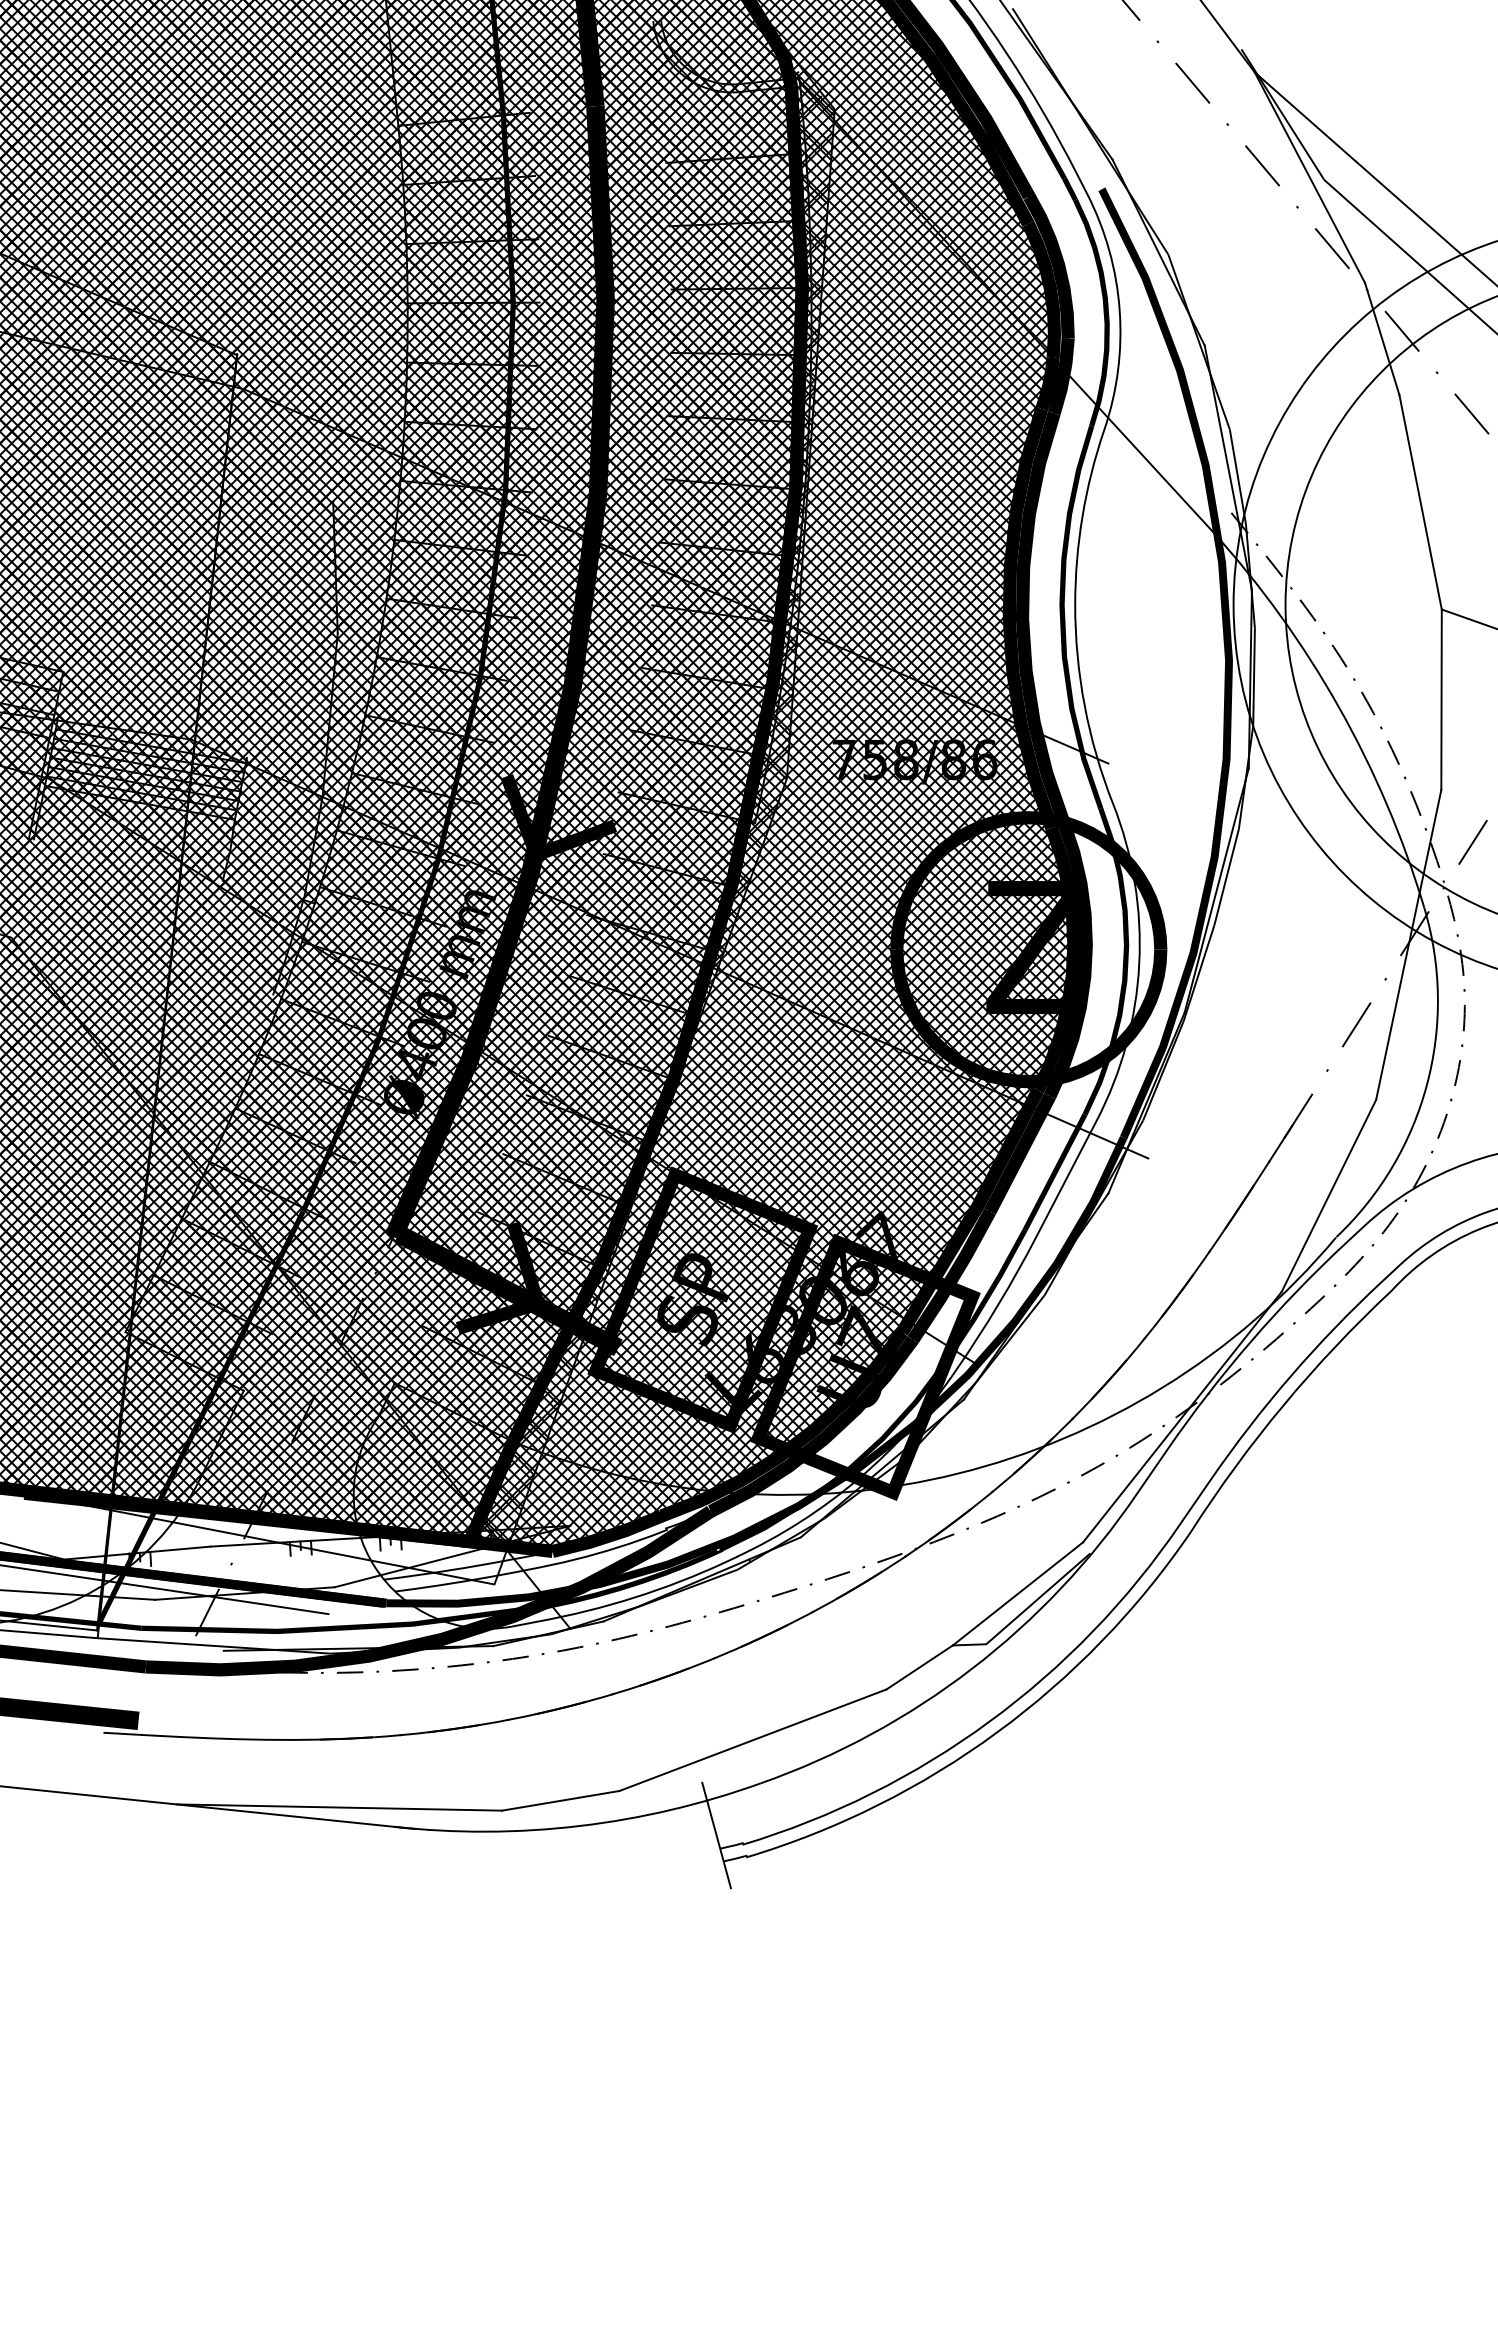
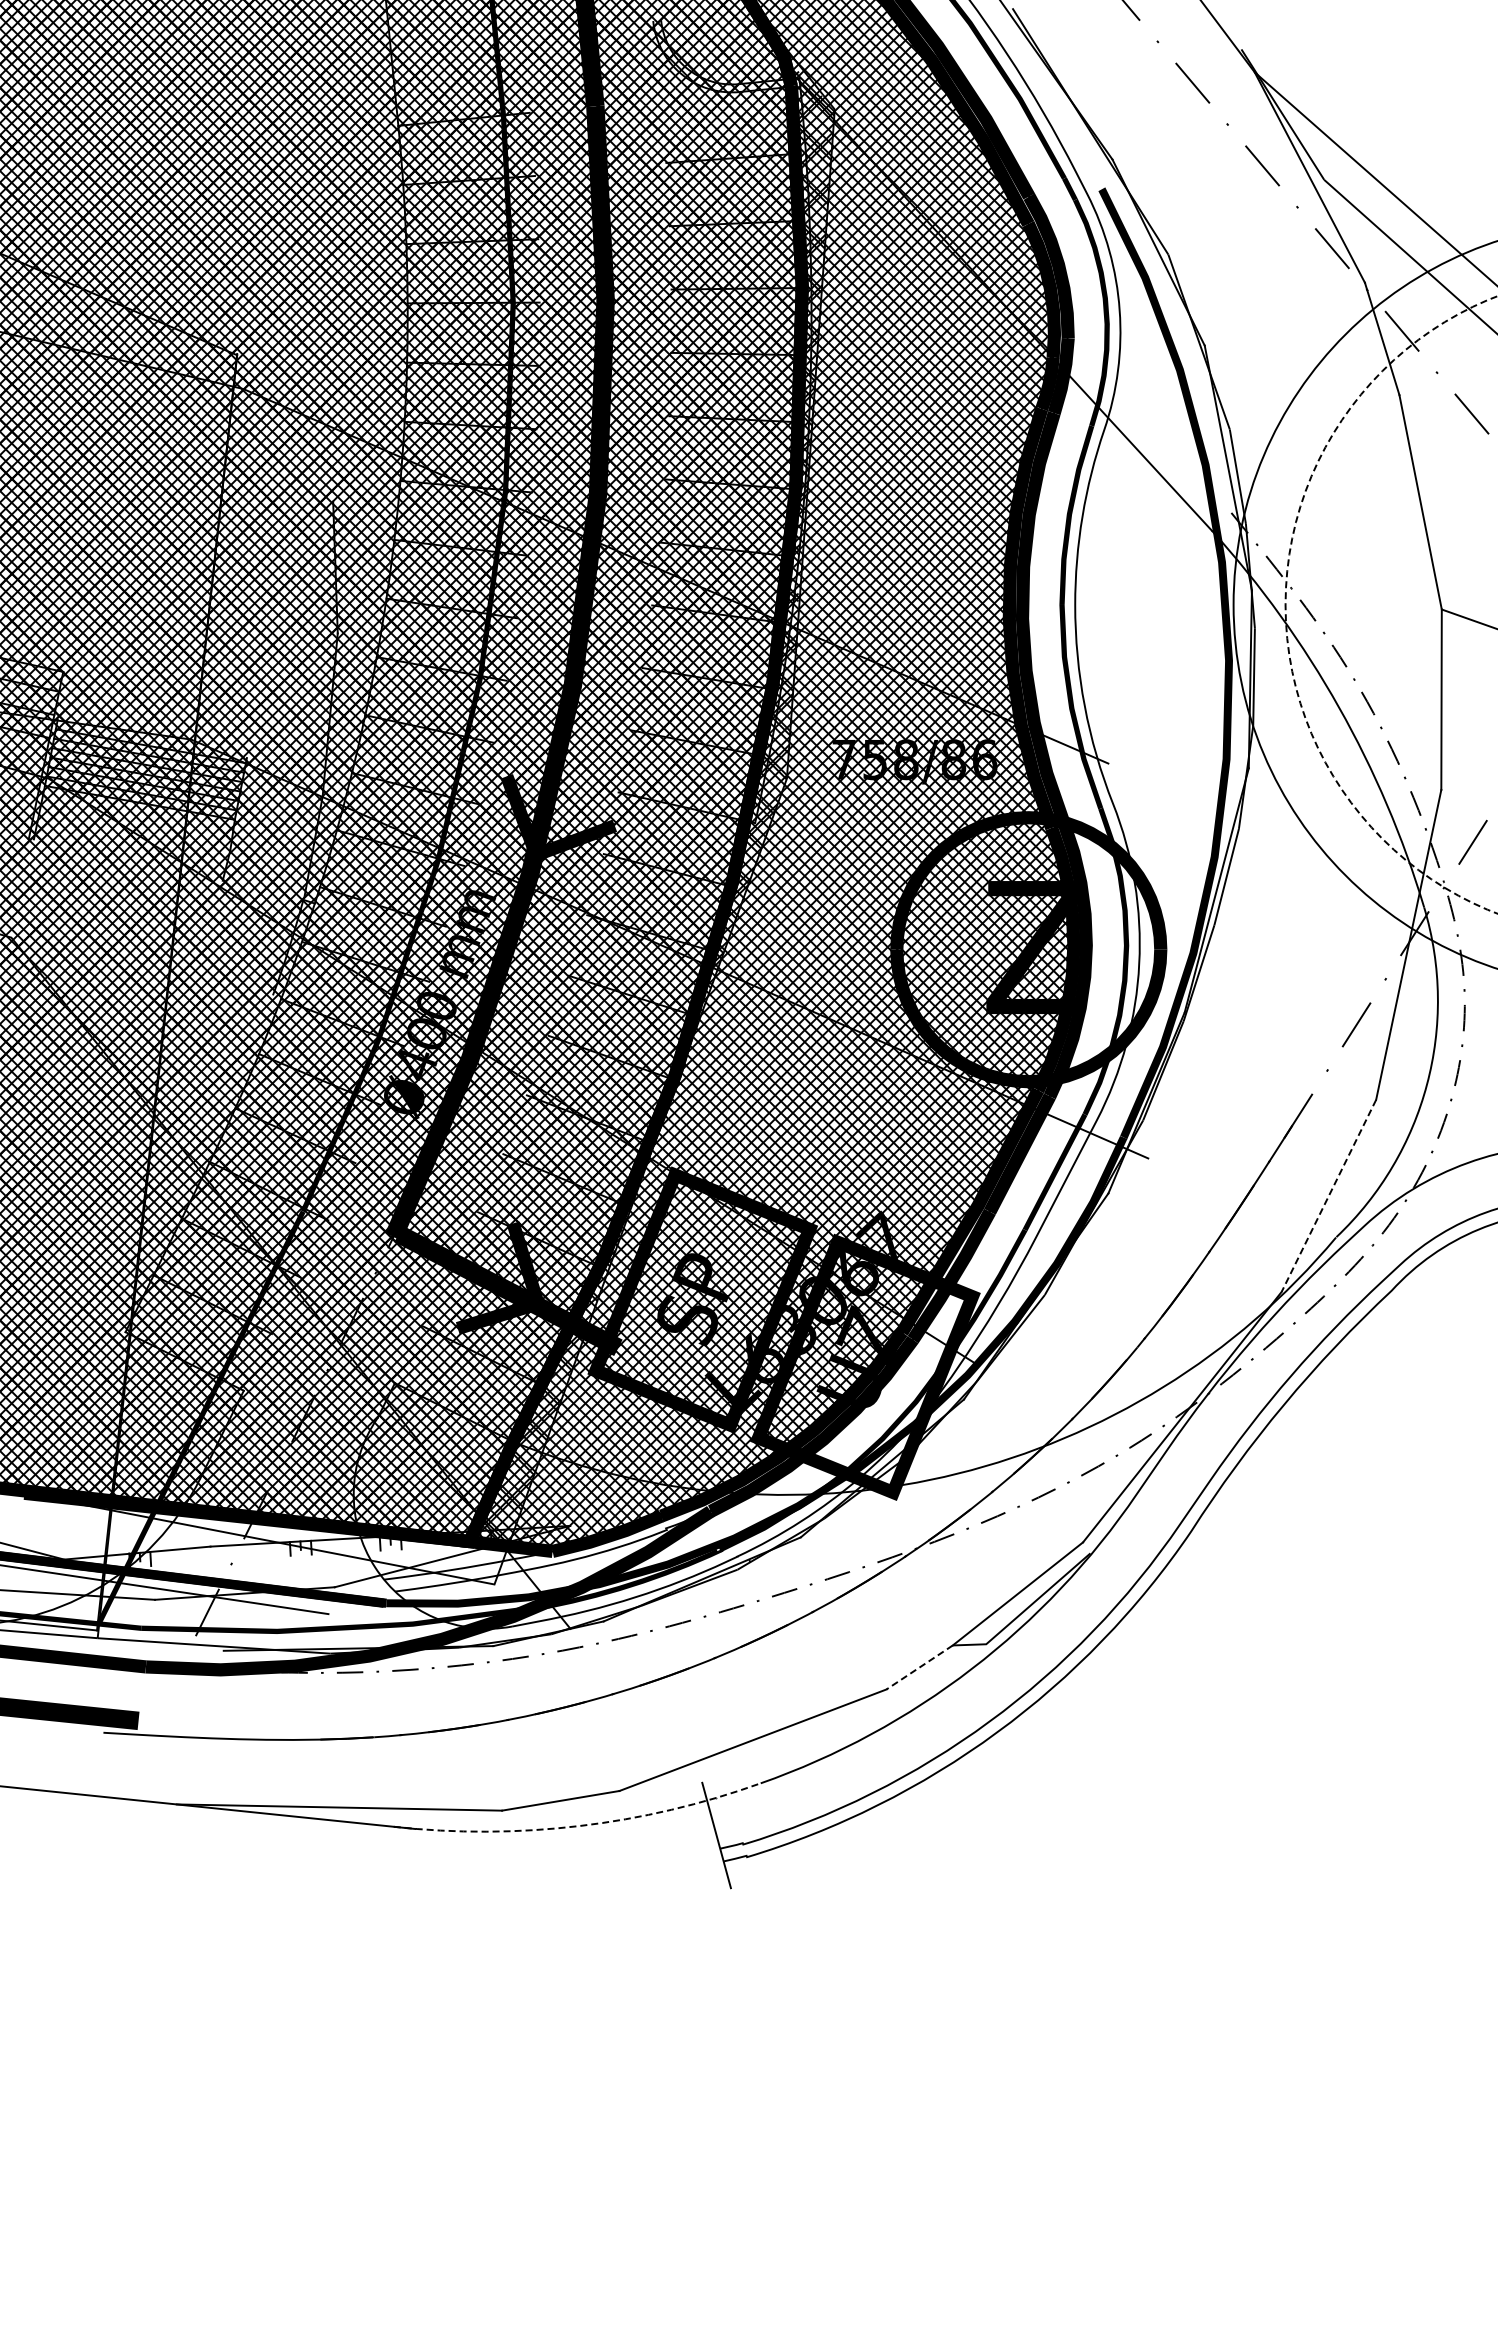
circle at (1391, 604): solid -> dashed
line at (1328, 1196): solid -> dashed
line at (919, 1667): solid -> dashed
line at (579, 1826): solid -> dashed
